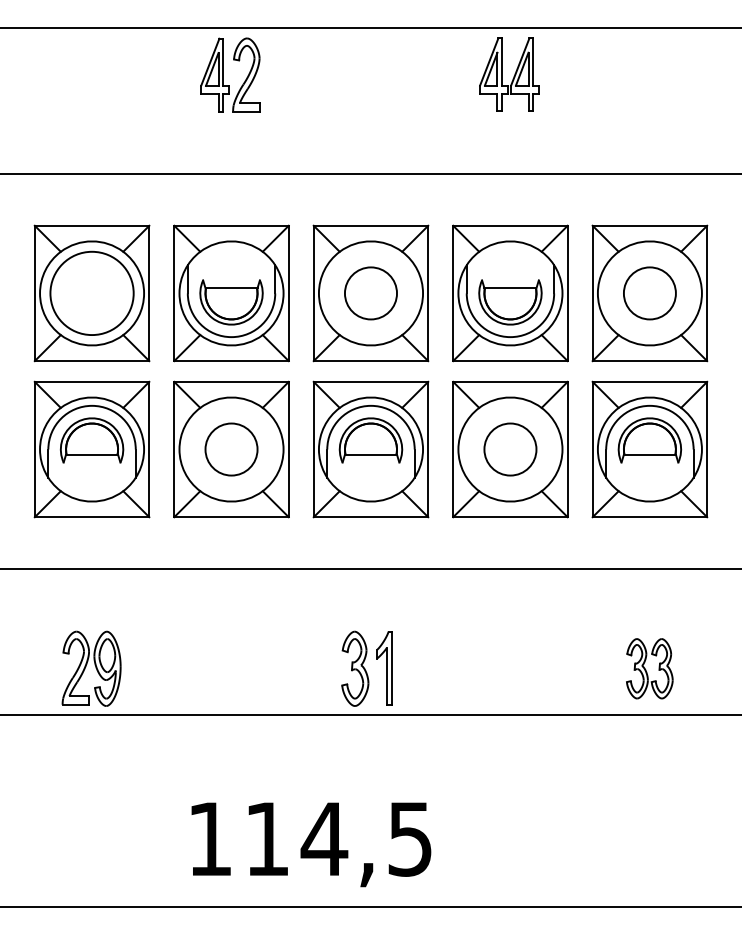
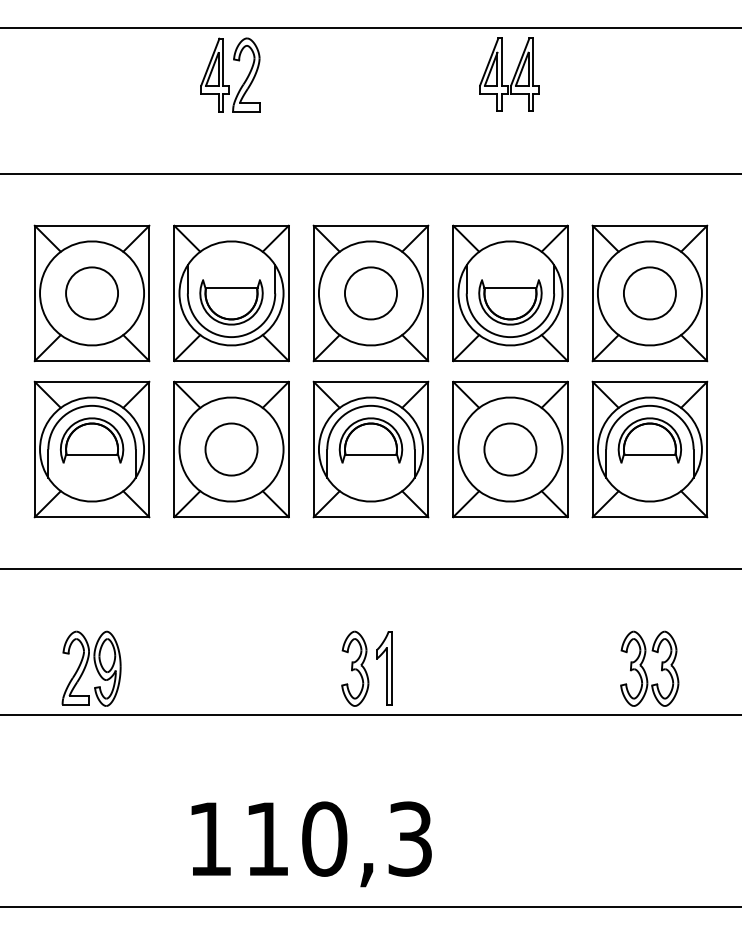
circle at (91, 293) diameter: 83 px -> 52 px
part at (649, 668) size: 48x62 px -> 60x77 px
text at (365, 838): 114,5 -> 110,3
